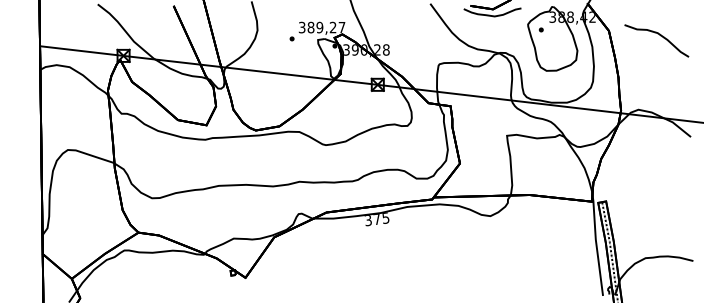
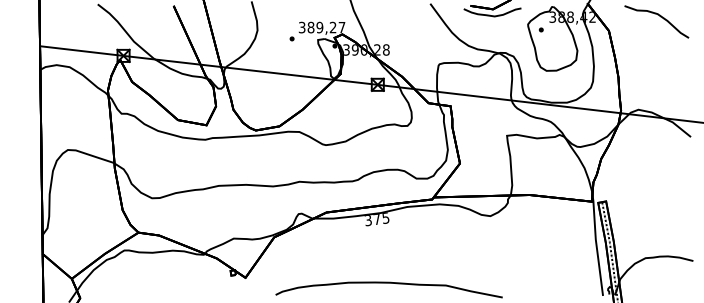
curve at (660, 36) position: (660, 36) -> (660, 17)
curve at (388, 283): none -> present
